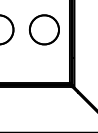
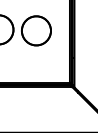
part at (44, 29) position: (44, 29) -> (36, 30)
